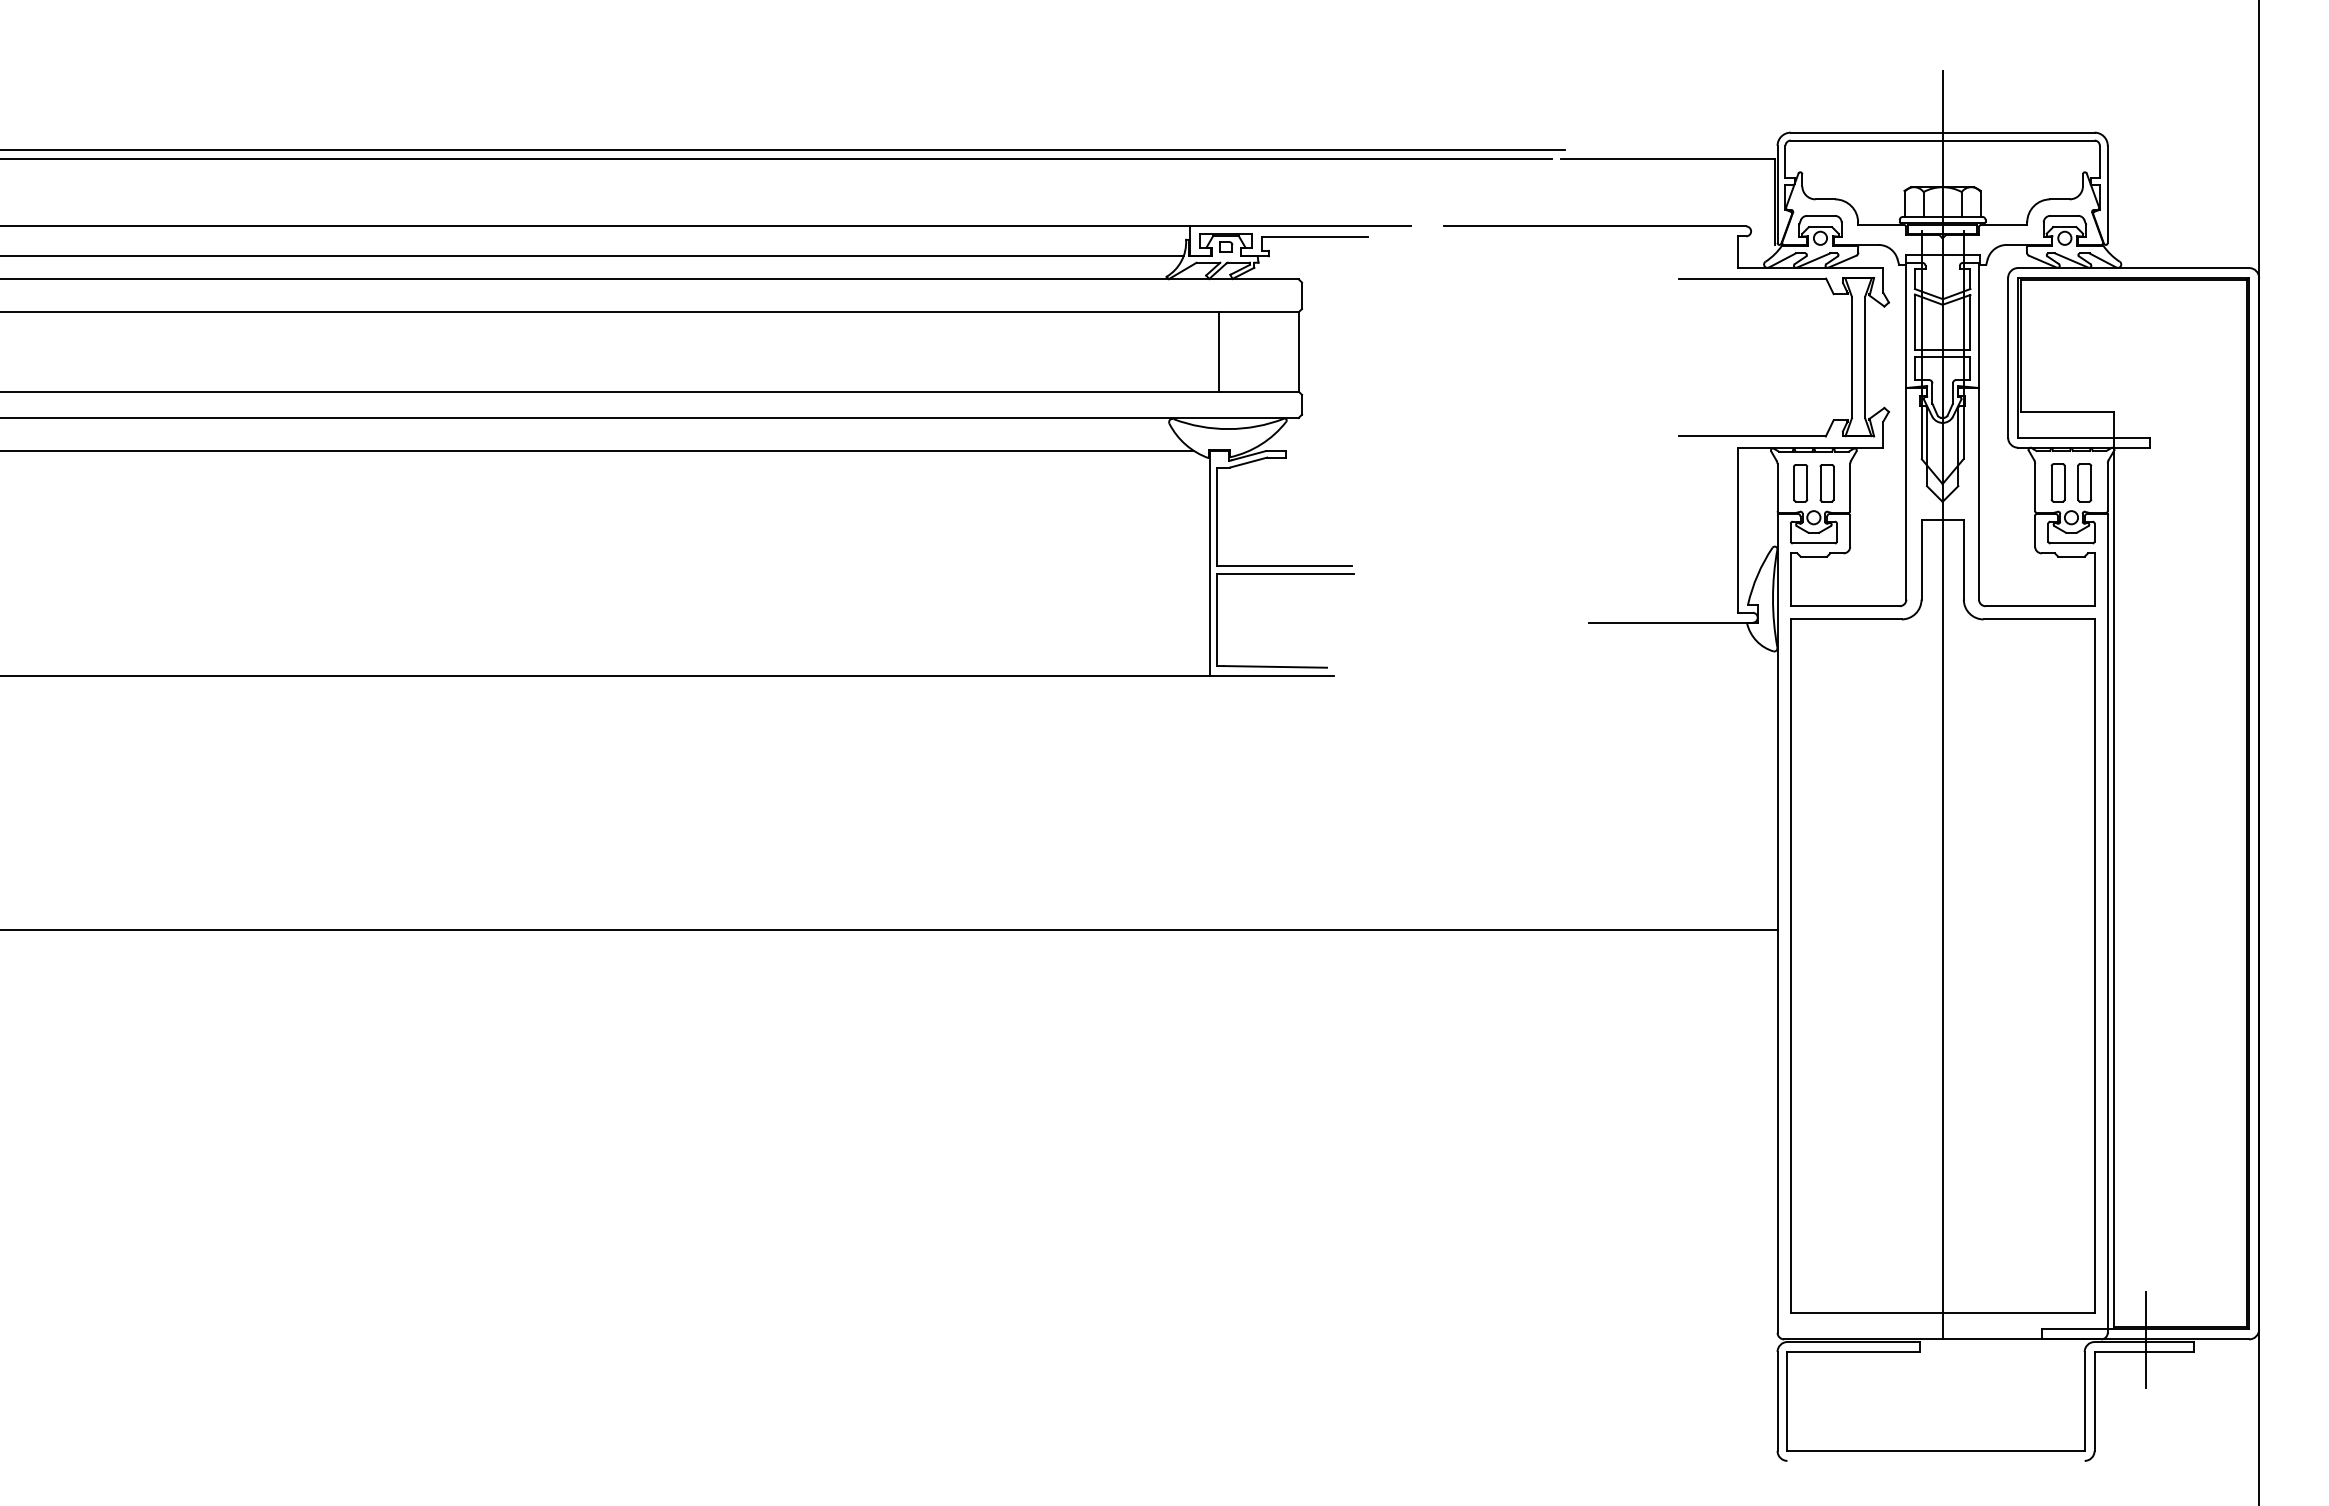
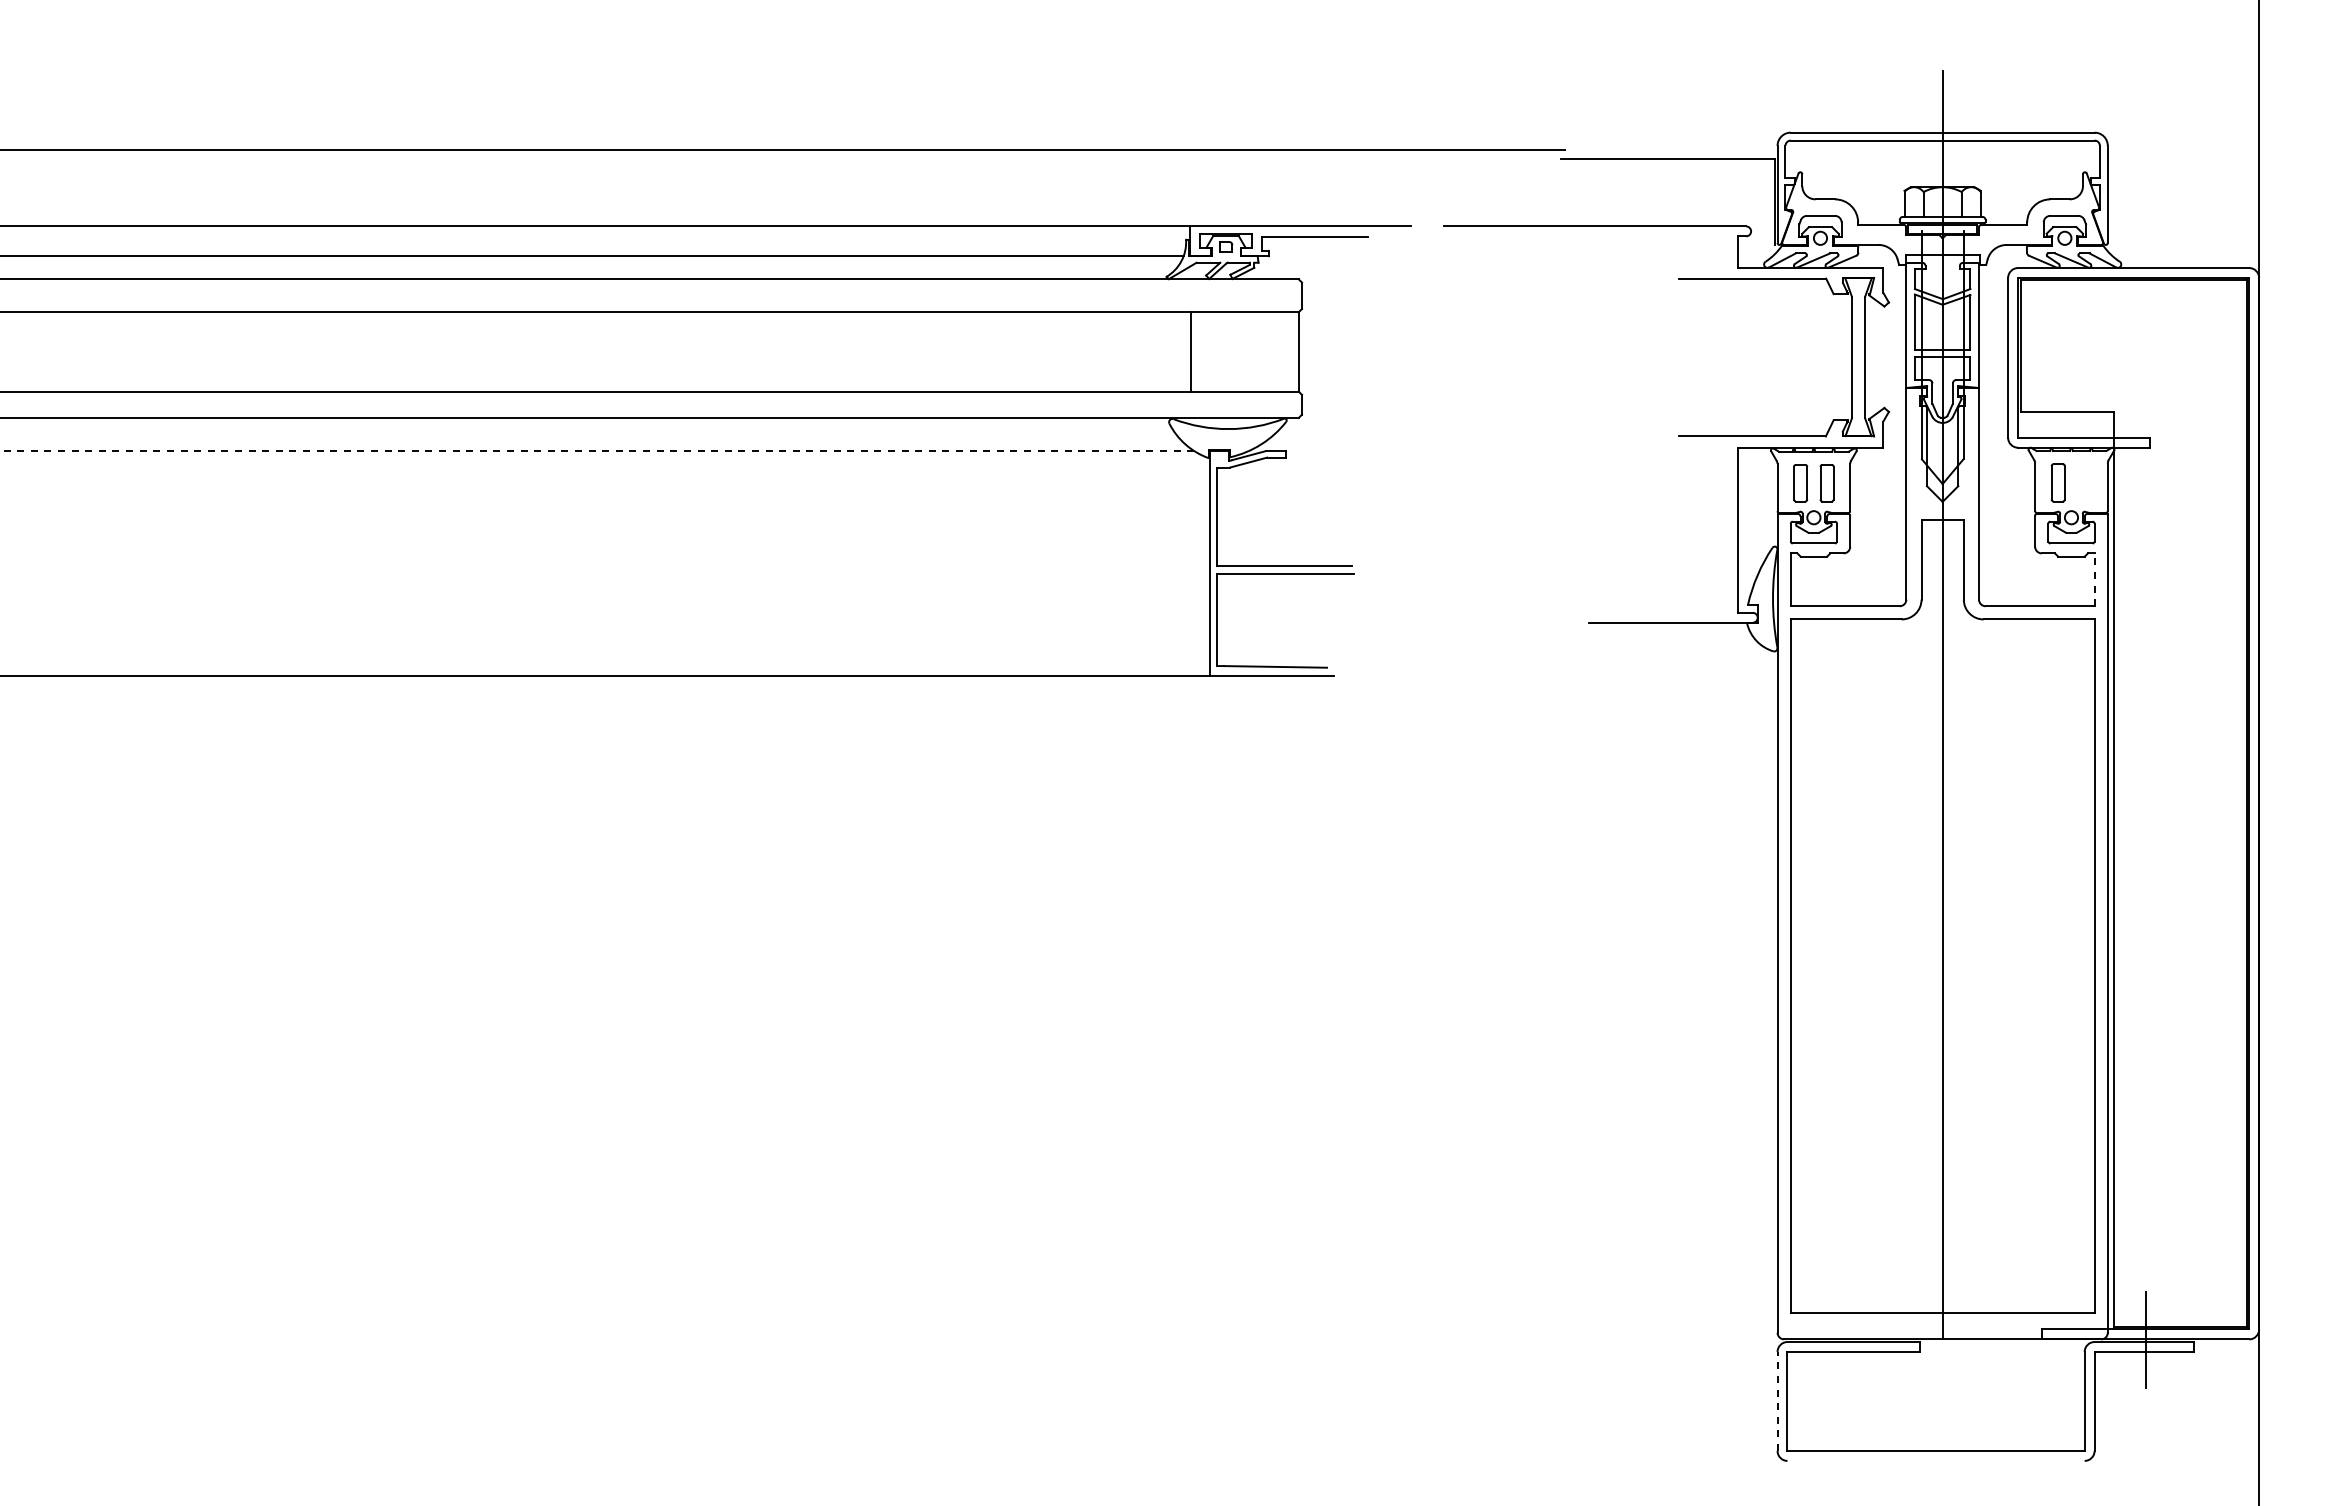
line at (776, 159): present -> none
line at (1219, 351) position: (1219, 351) -> (1191, 351)
line at (597, 451): solid -> dashed
part at (2084, 482): present -> none
line at (2094, 579): solid -> dashed
line at (889, 929): present -> none
line at (1777, 1401): solid -> dashed
